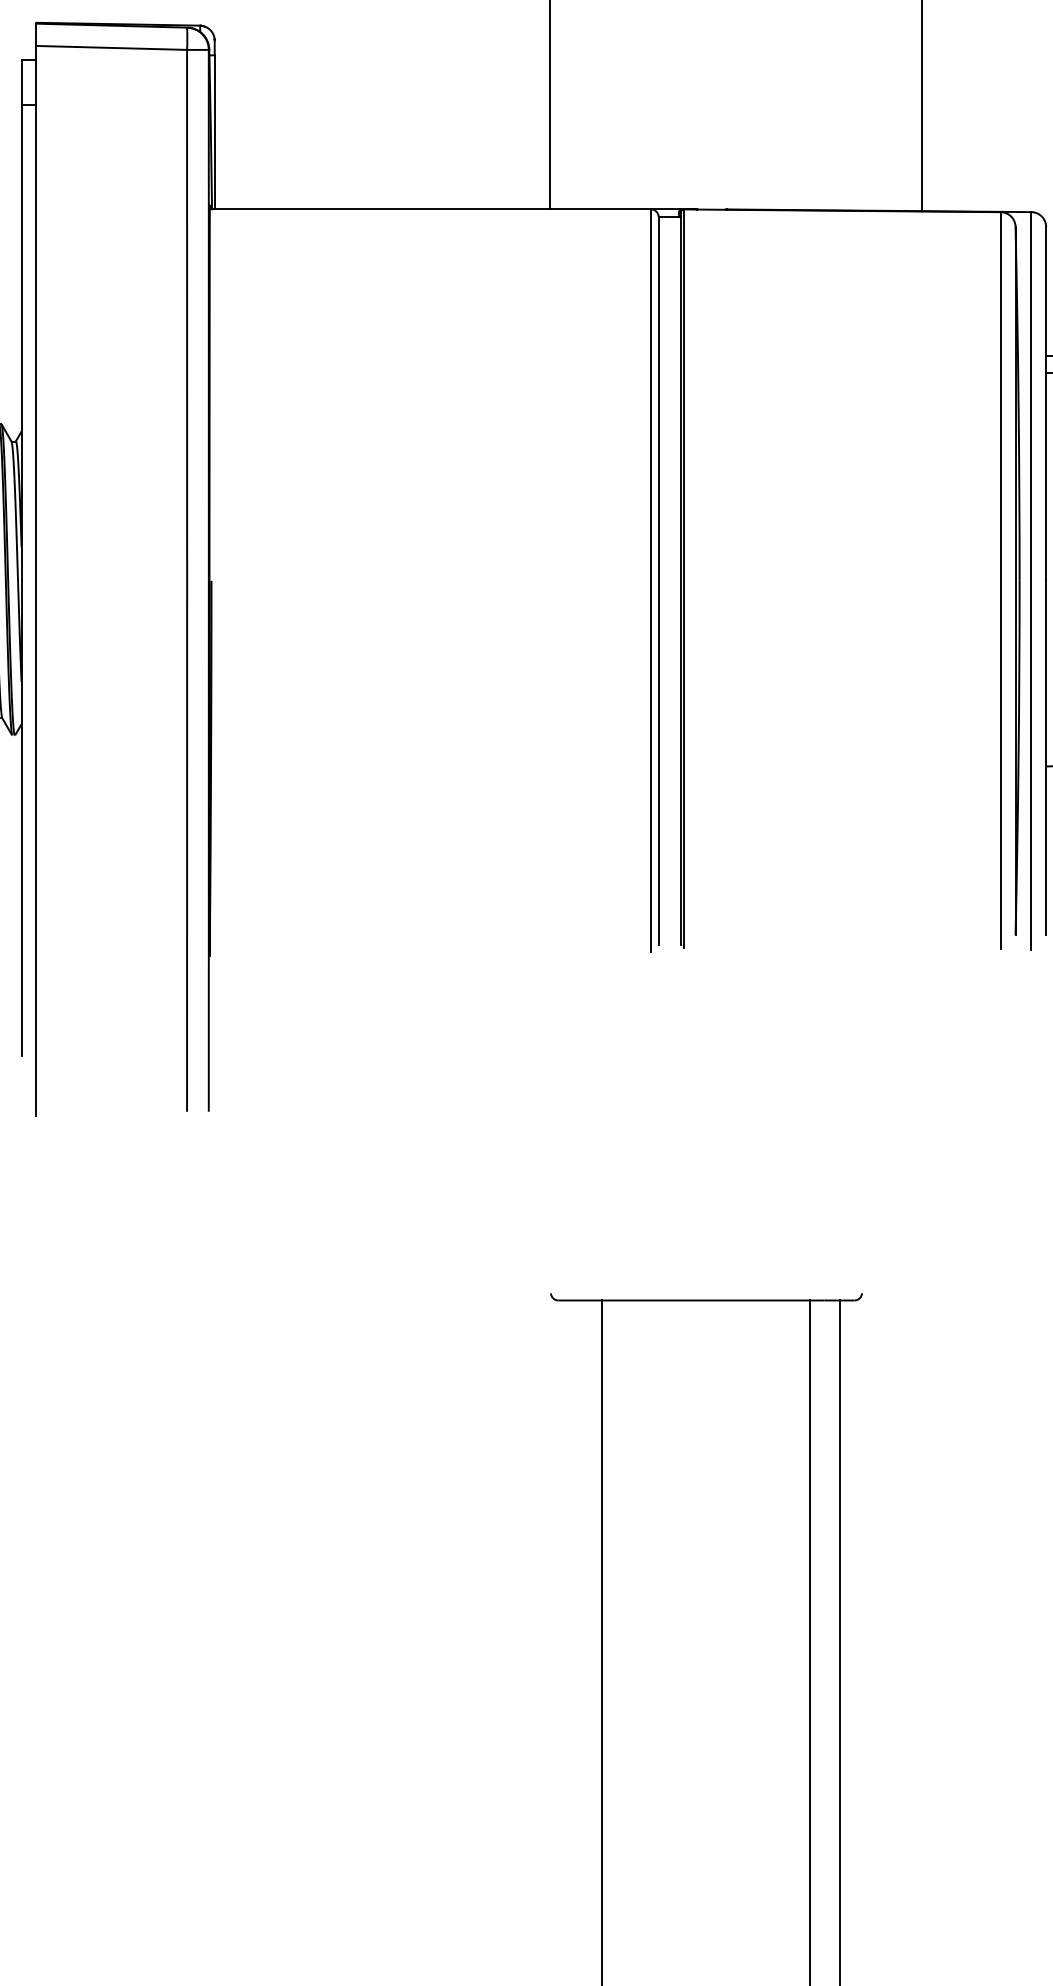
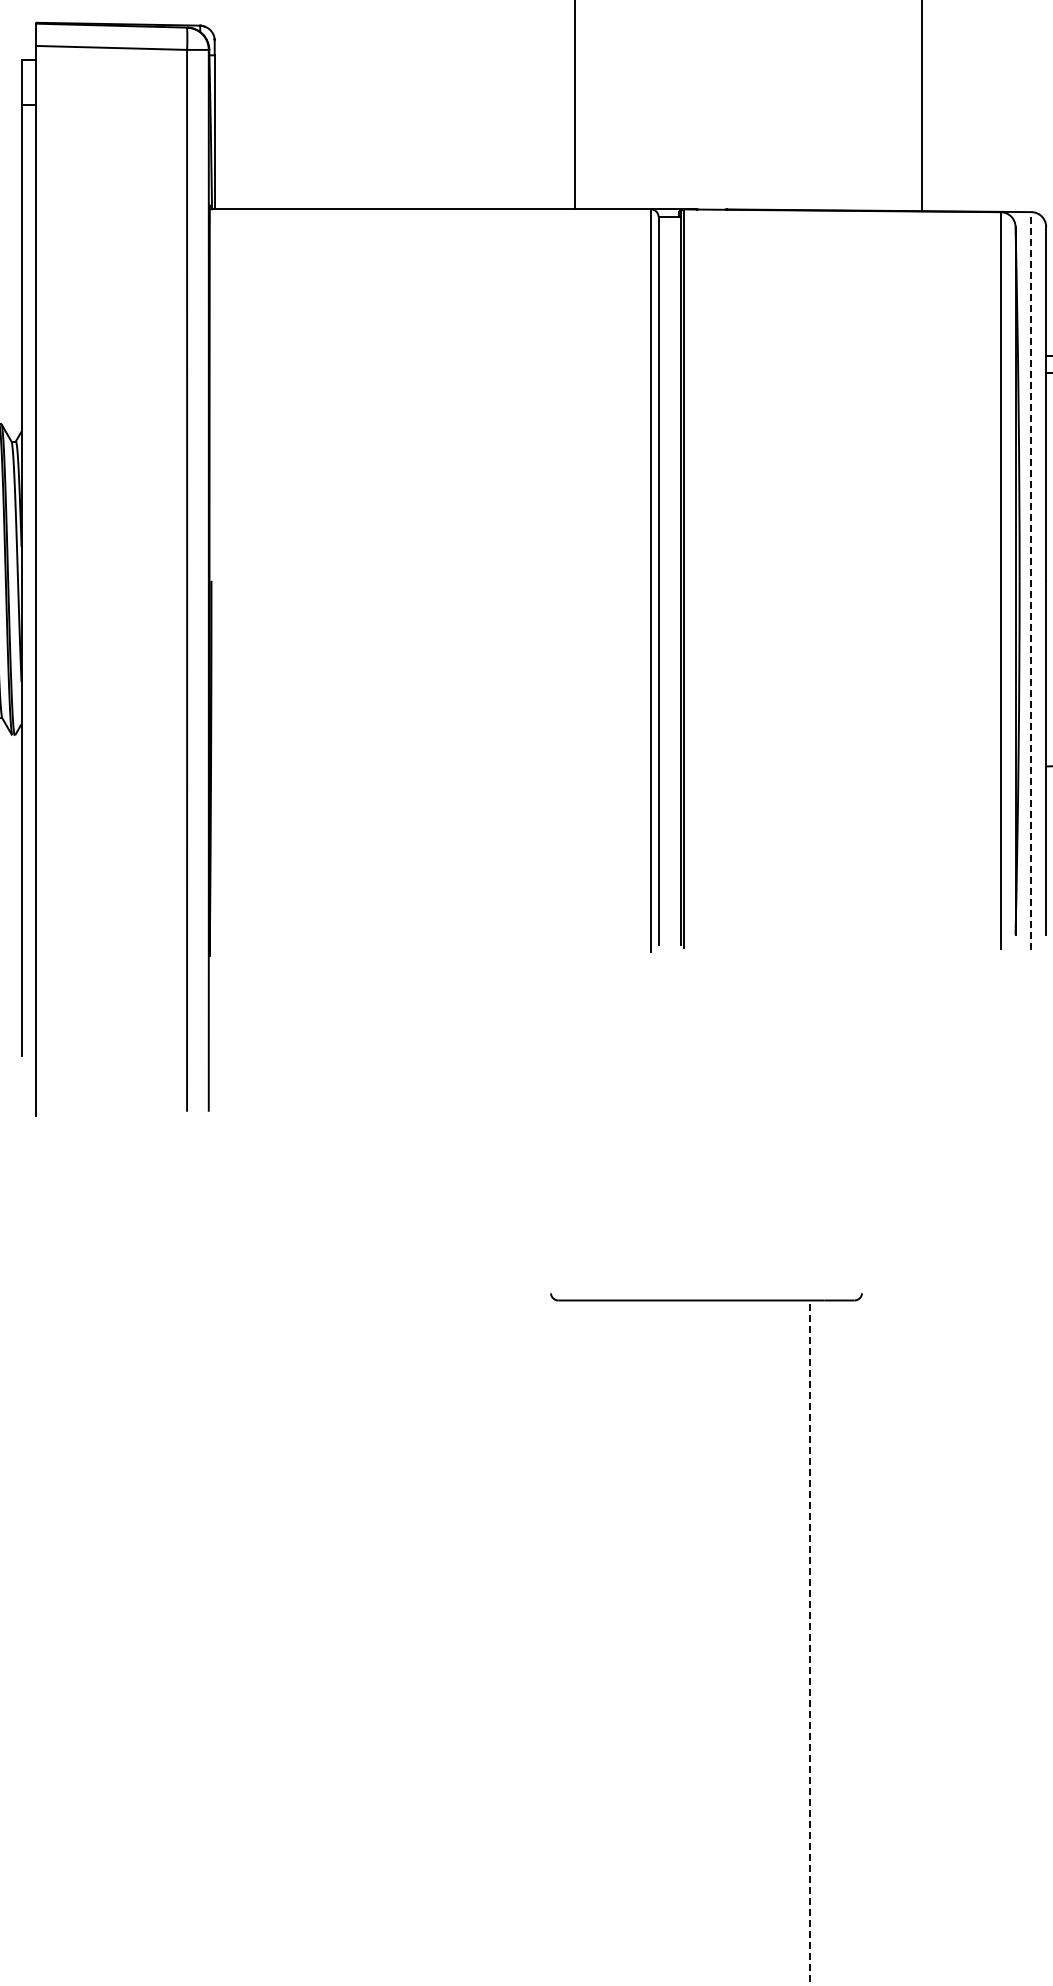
line at (550, 105) position: (550, 105) -> (575, 105)
line at (1031, 580): solid -> dashed
line at (602, 1641): present -> none
line at (840, 1641): present -> none
line at (810, 1642): solid -> dashed
